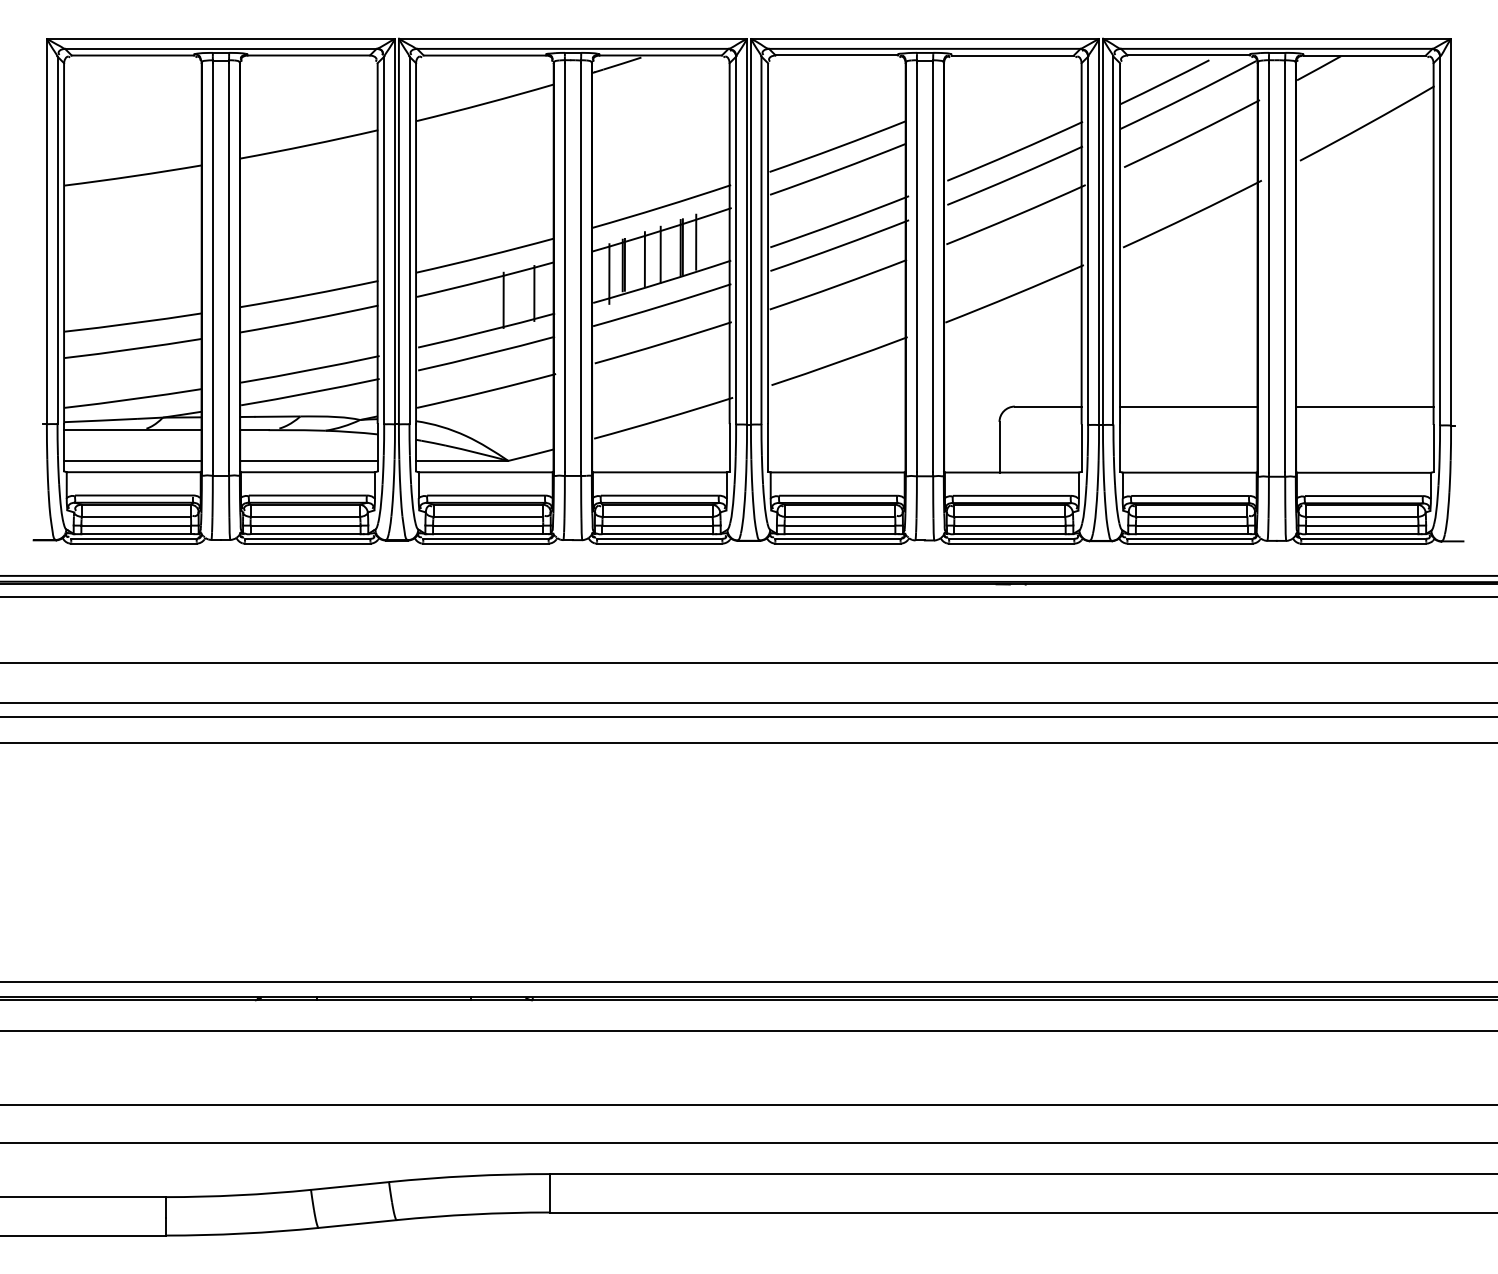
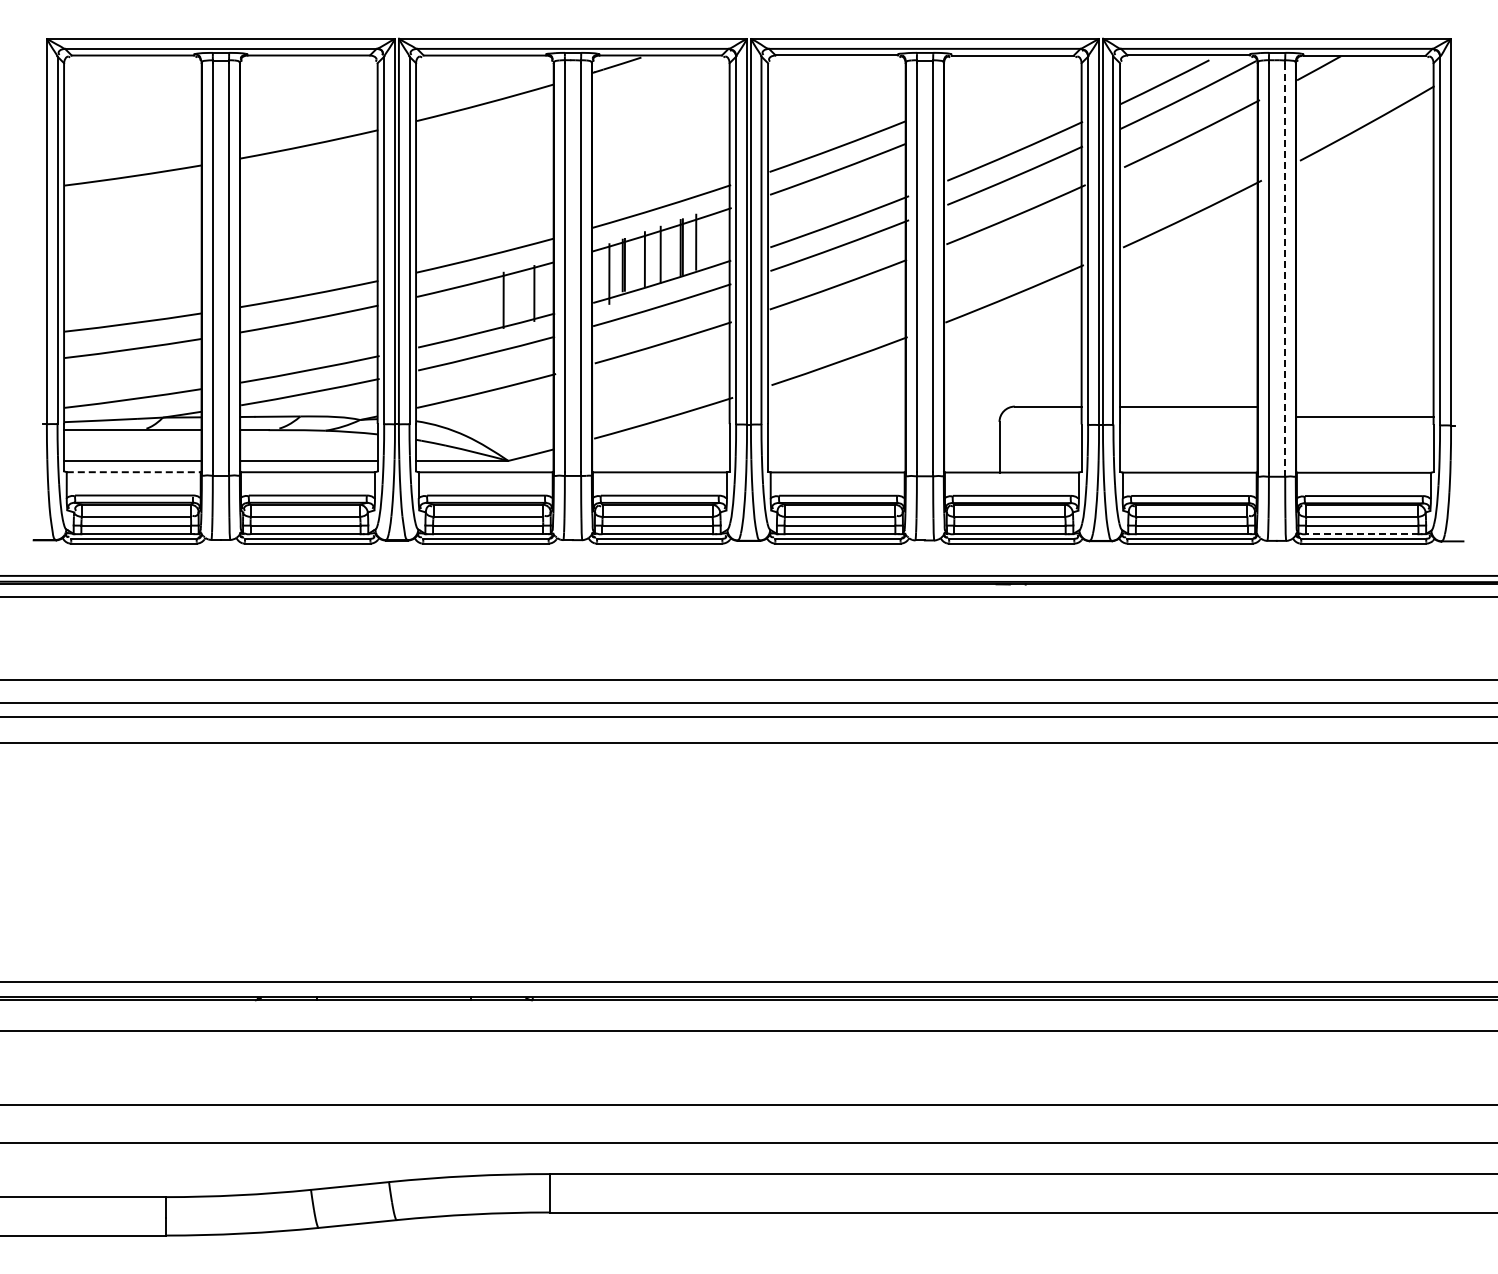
line at (1285, 268): solid -> dashed
line at (1364, 406) position: (1364, 406) -> (1364, 416)
line at (134, 472): solid -> dashed
line at (1361, 534): solid -> dashed
line at (748, 663) position: (748, 663) -> (748, 680)
